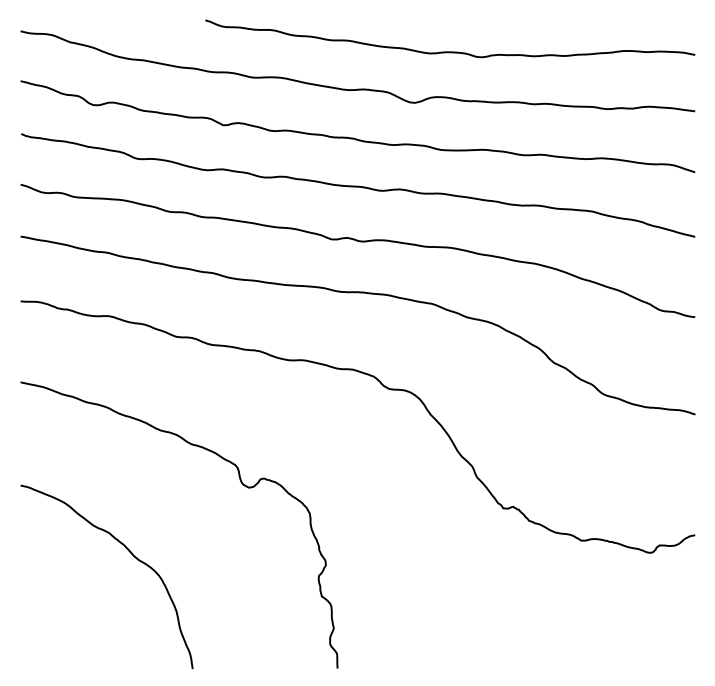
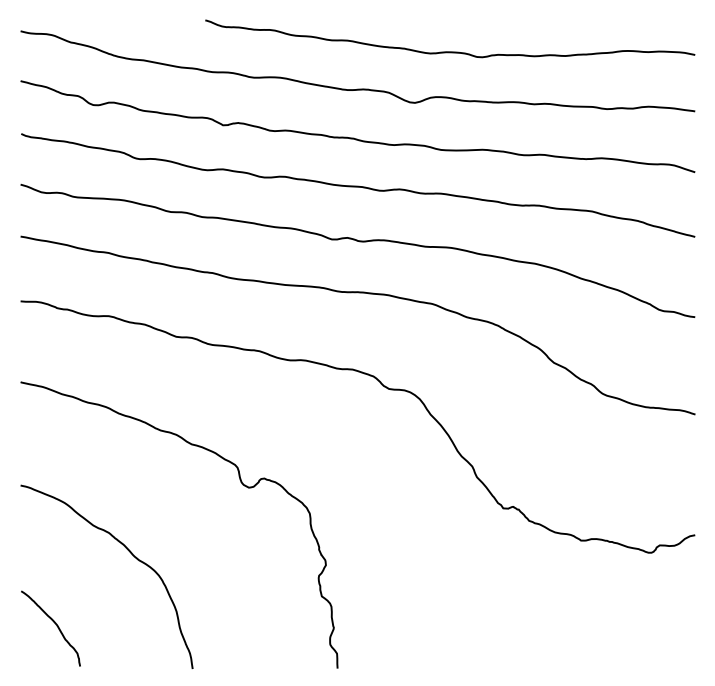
curve at (56, 626): none -> present
